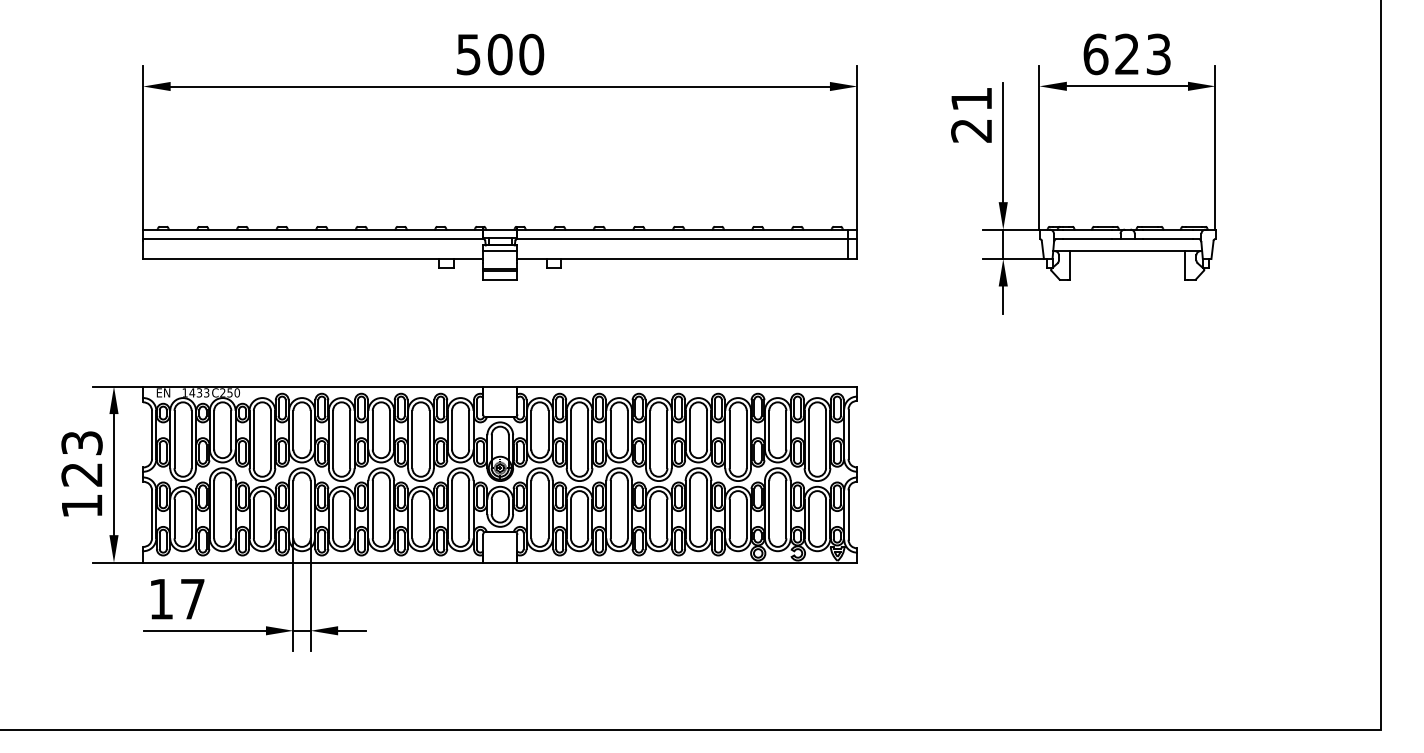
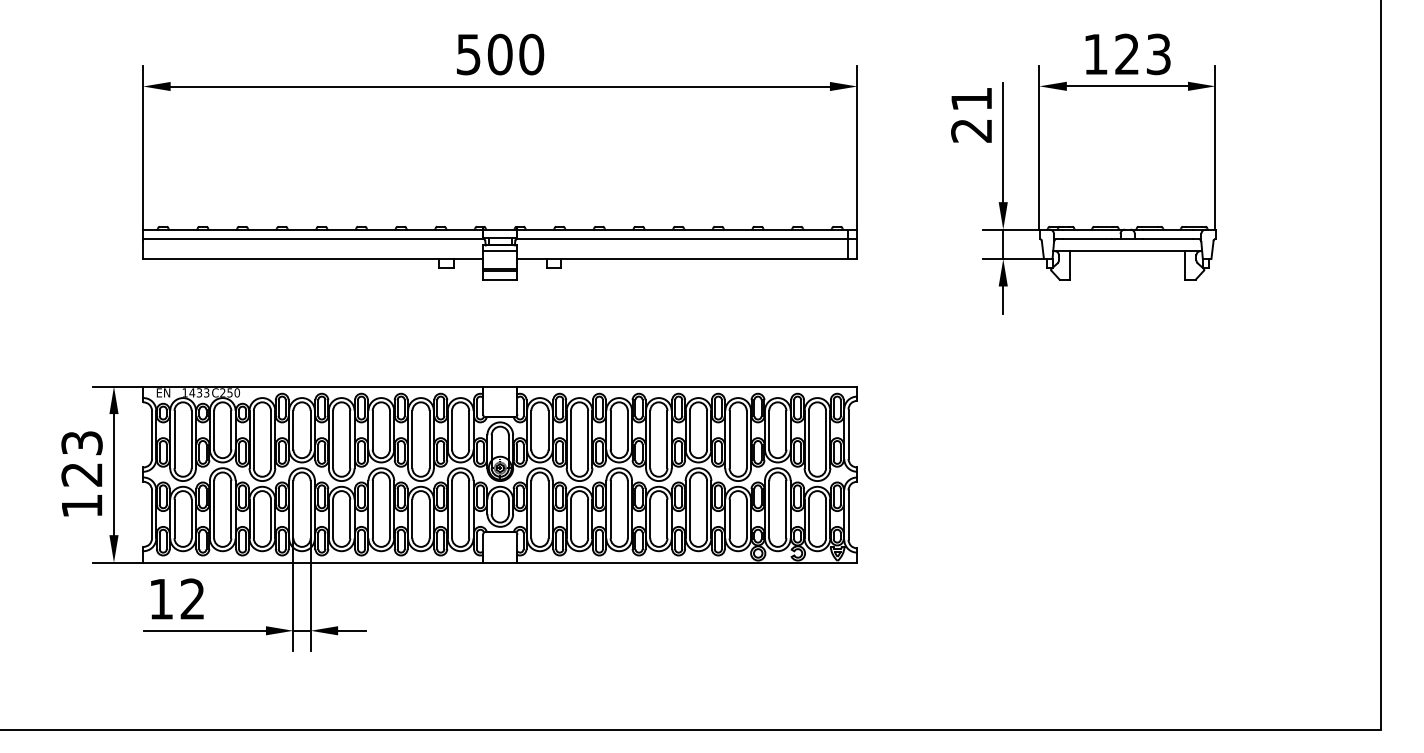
text at (1095, 54): 623 -> 123
text at (192, 598): 17 -> 12
